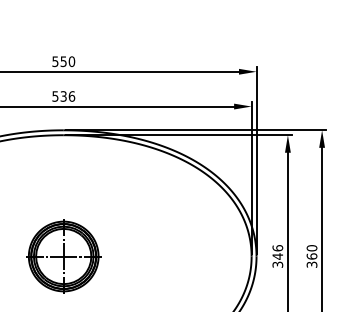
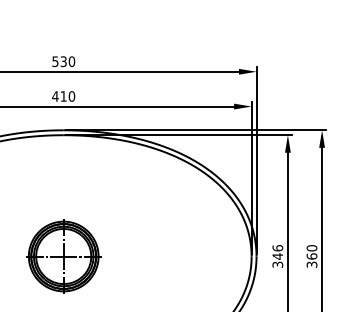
text at (63, 61): 550 -> 530
text at (63, 96): 536 -> 410
